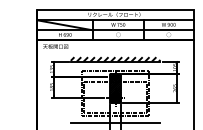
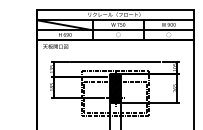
hatch at (115, 59): present -> none
line at (115, 123): present -> none
